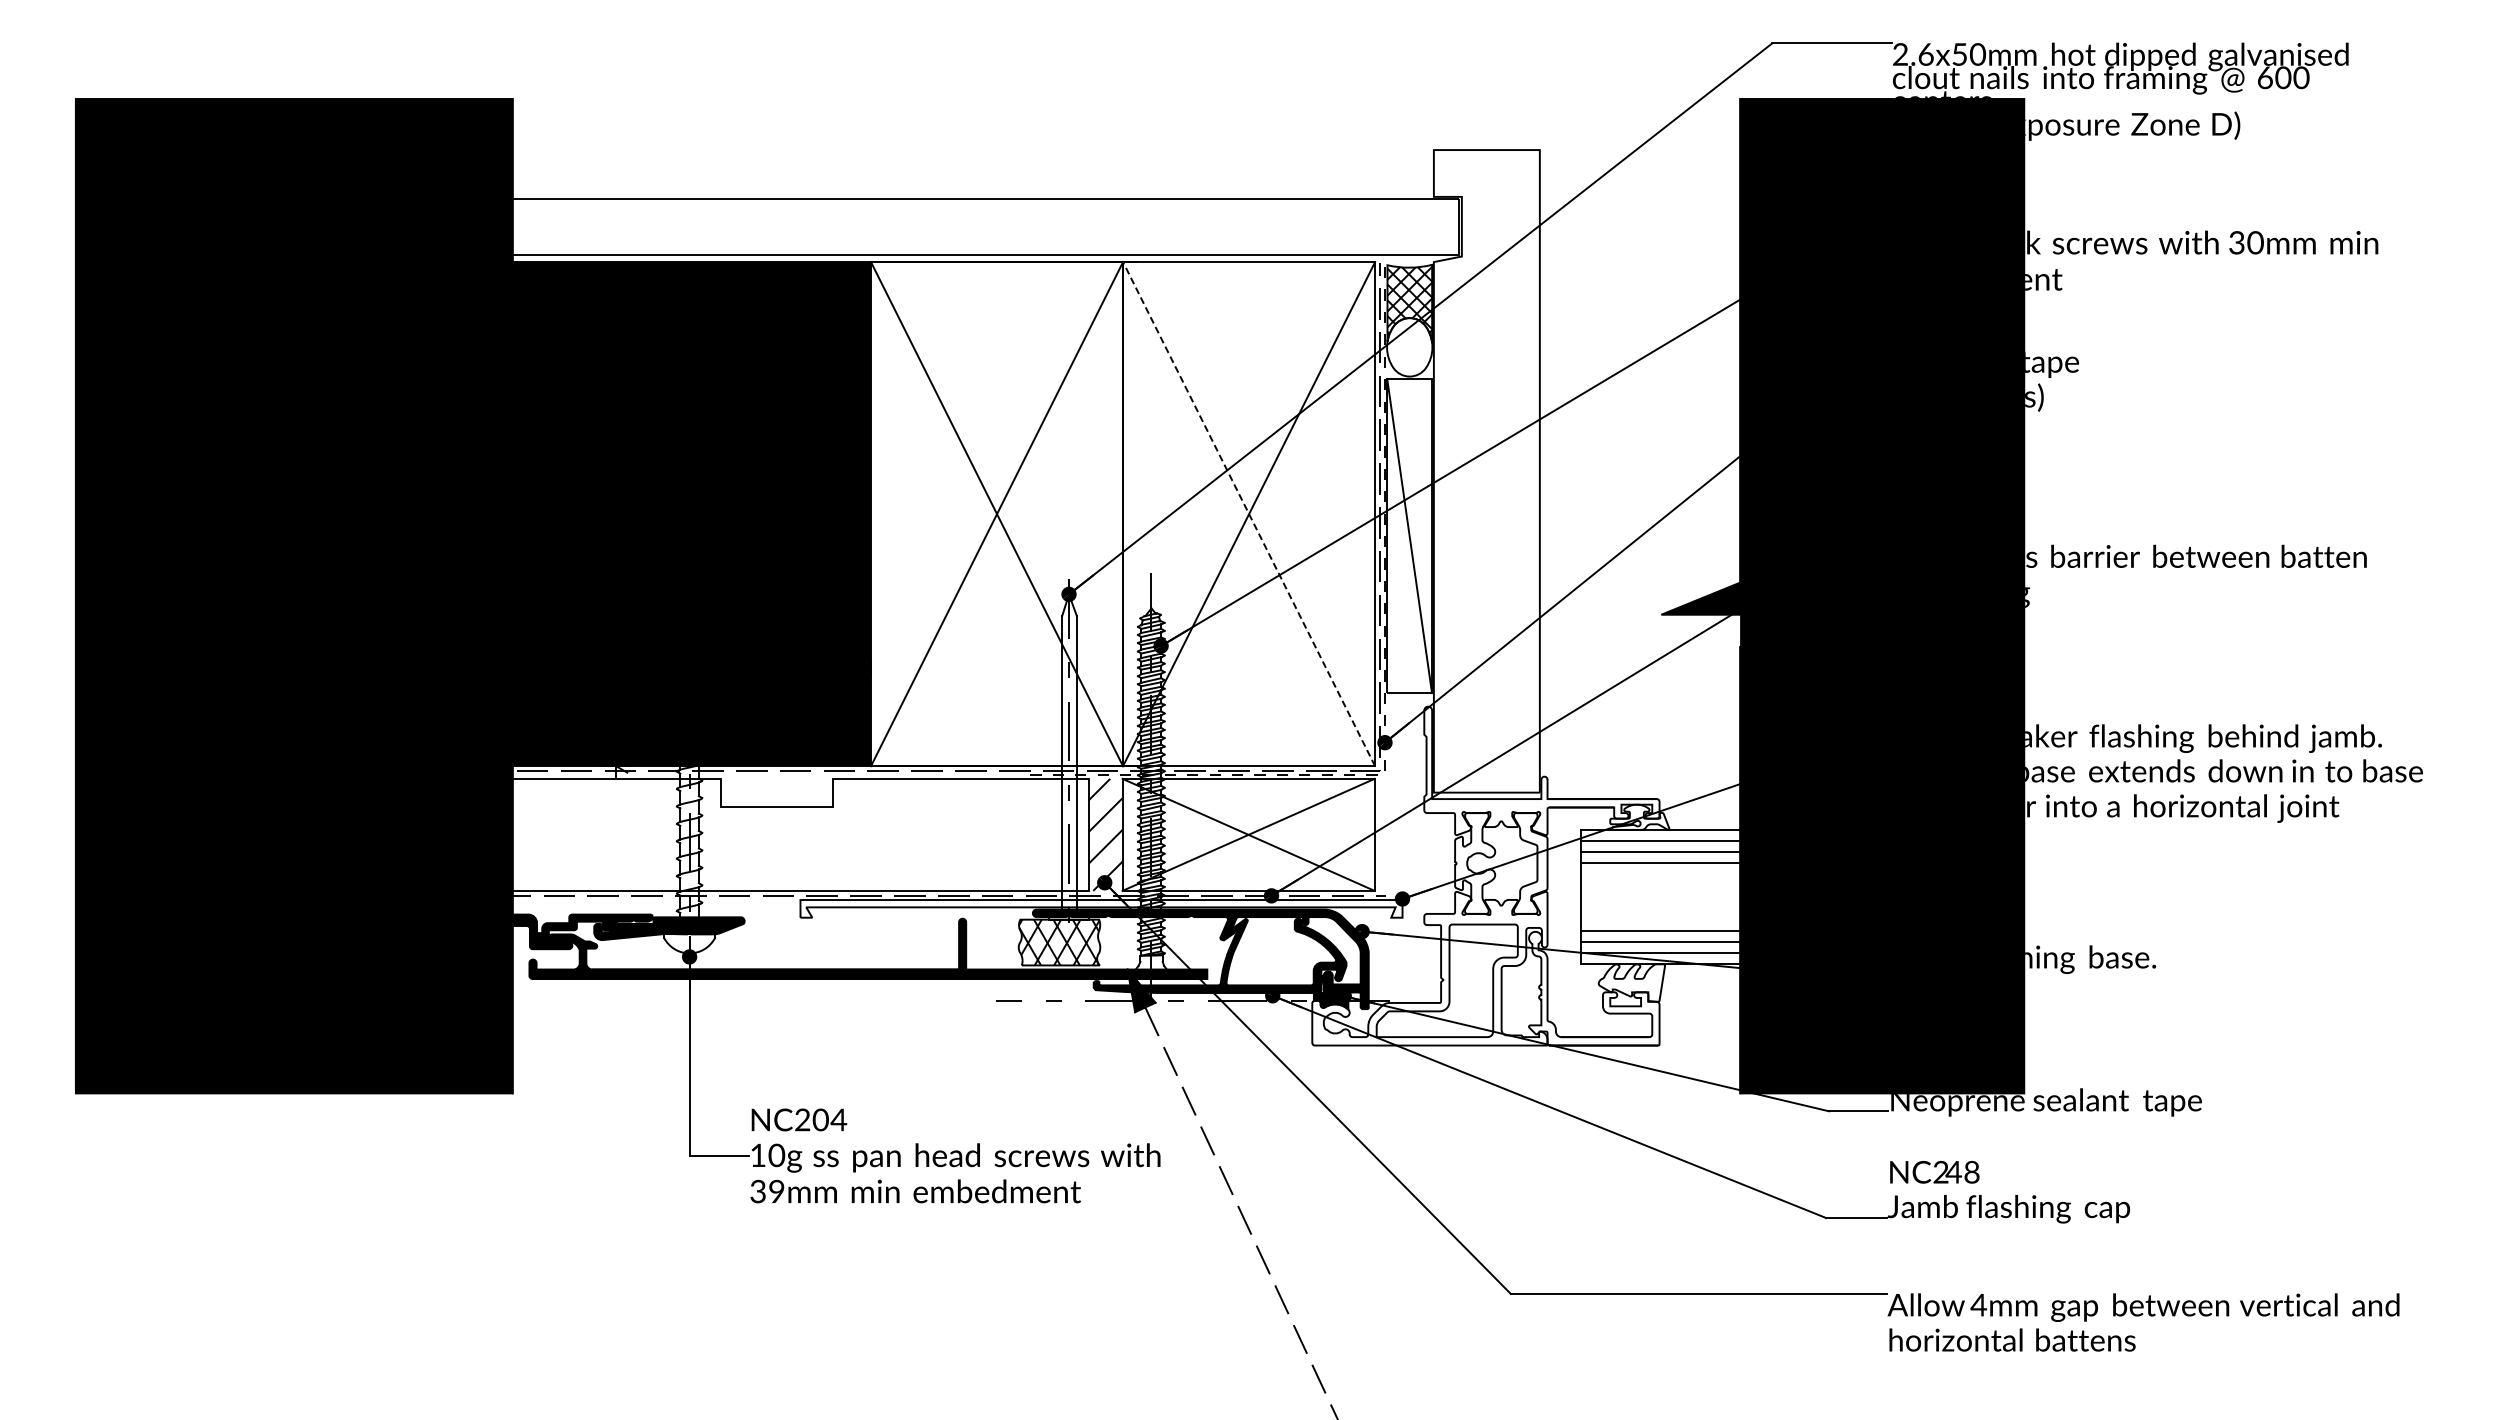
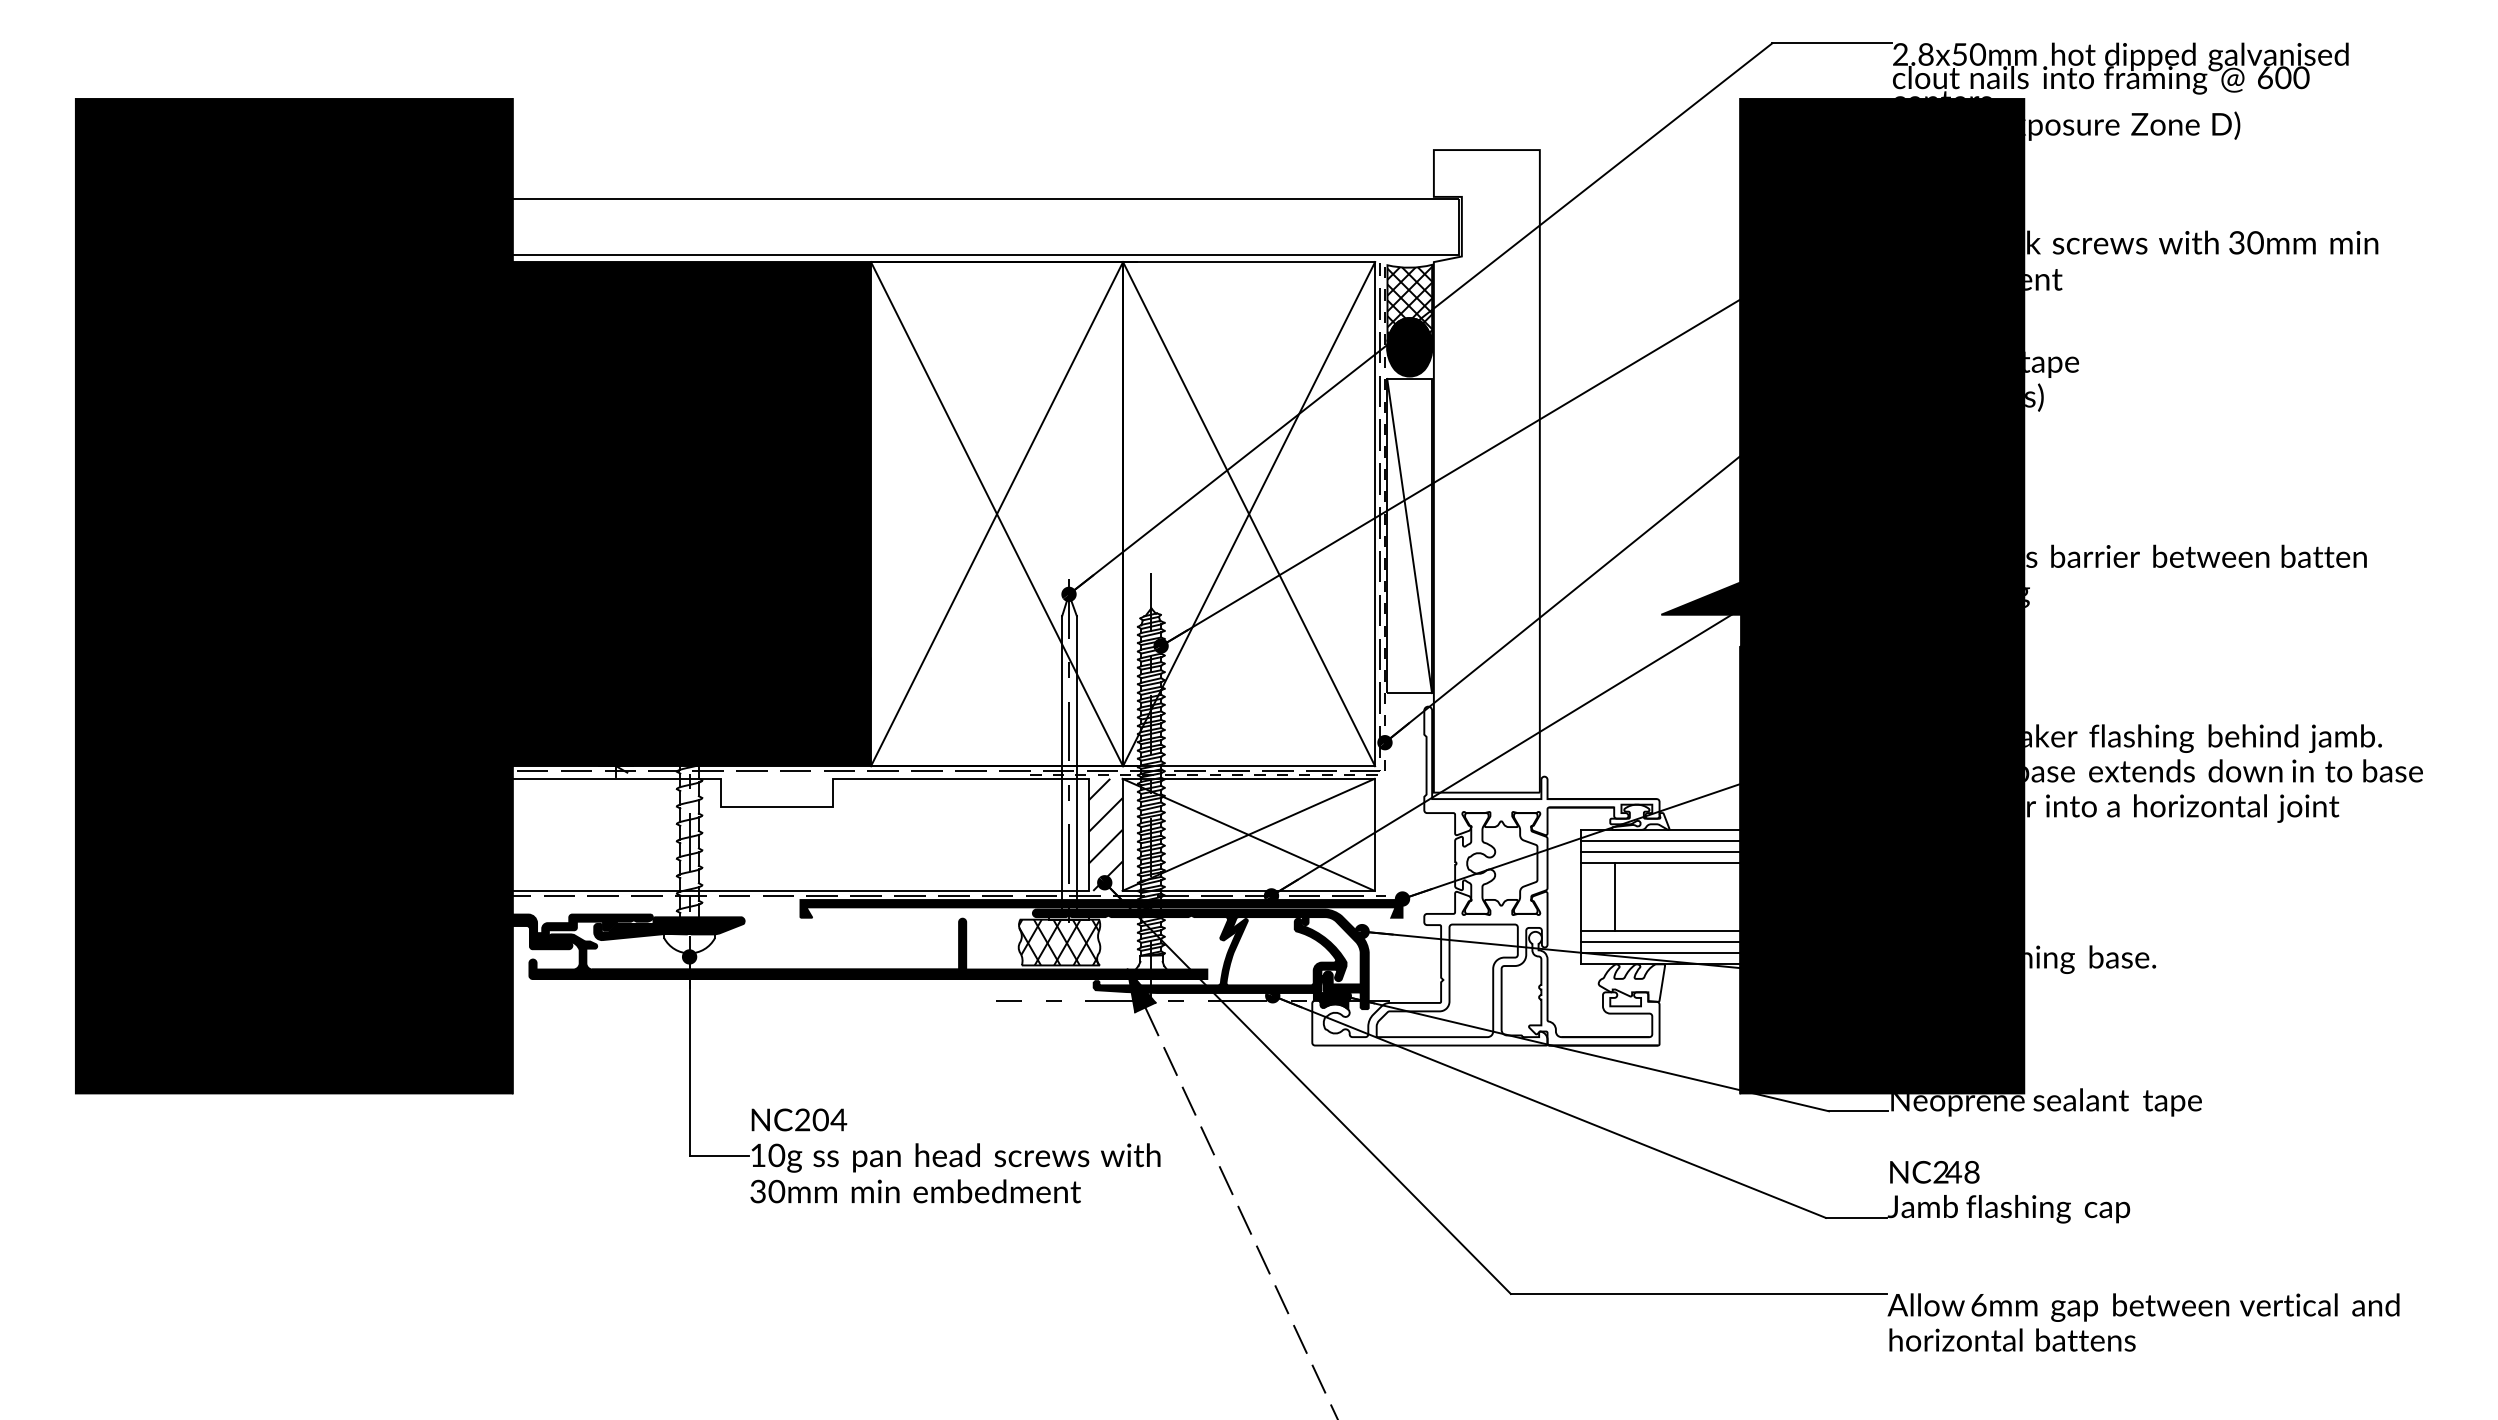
text at (1925, 54): 2.6x50mm -> 2.8x50mm
fill at (1409, 347): none -> present
line at (1249, 514): dashed -> solid
line at (1614, 896): none -> present
fill at (1101, 908): none -> present
text at (776, 1192): 39mm -> 30mm
text at (1978, 1305): 4mm -> 6mm
